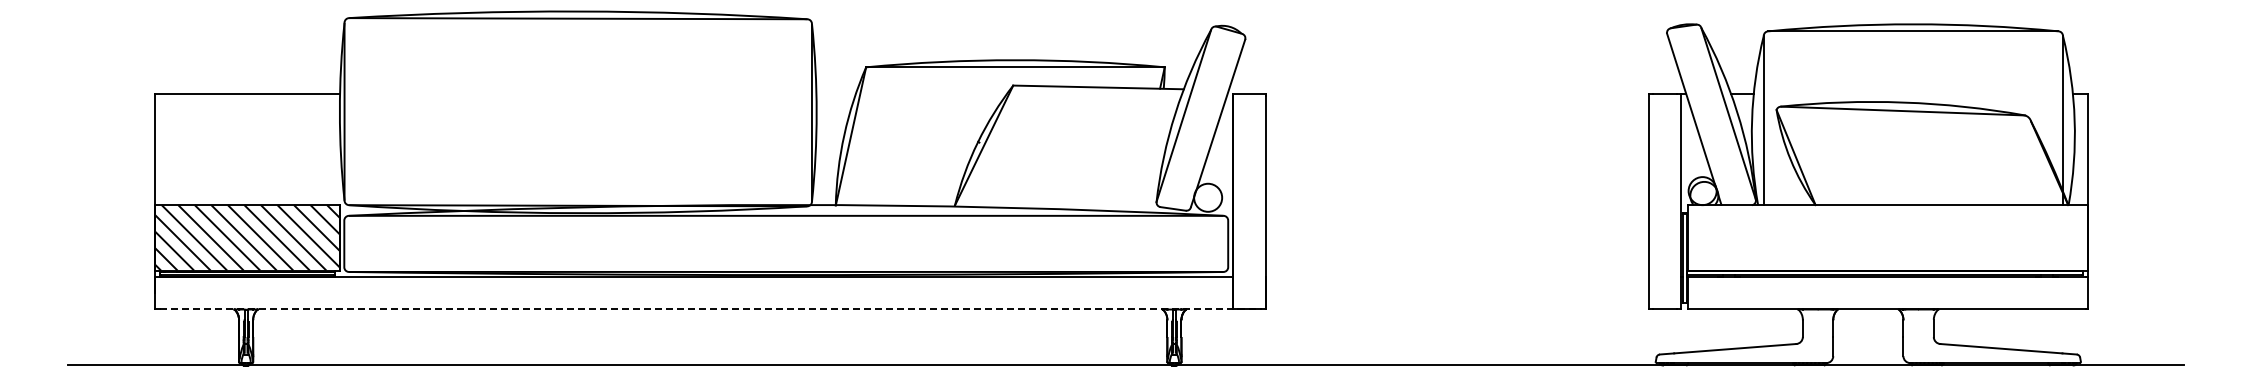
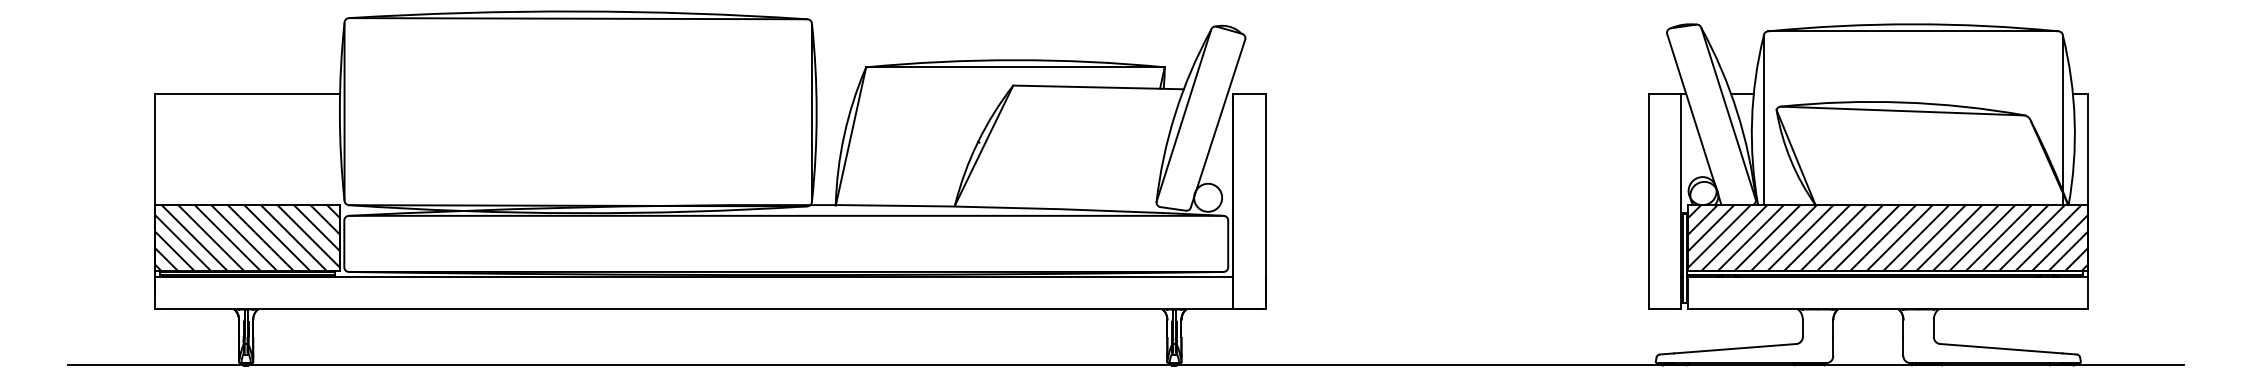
hatch at (1888, 237): none -> present
line at (710, 309): dashed -> solid
